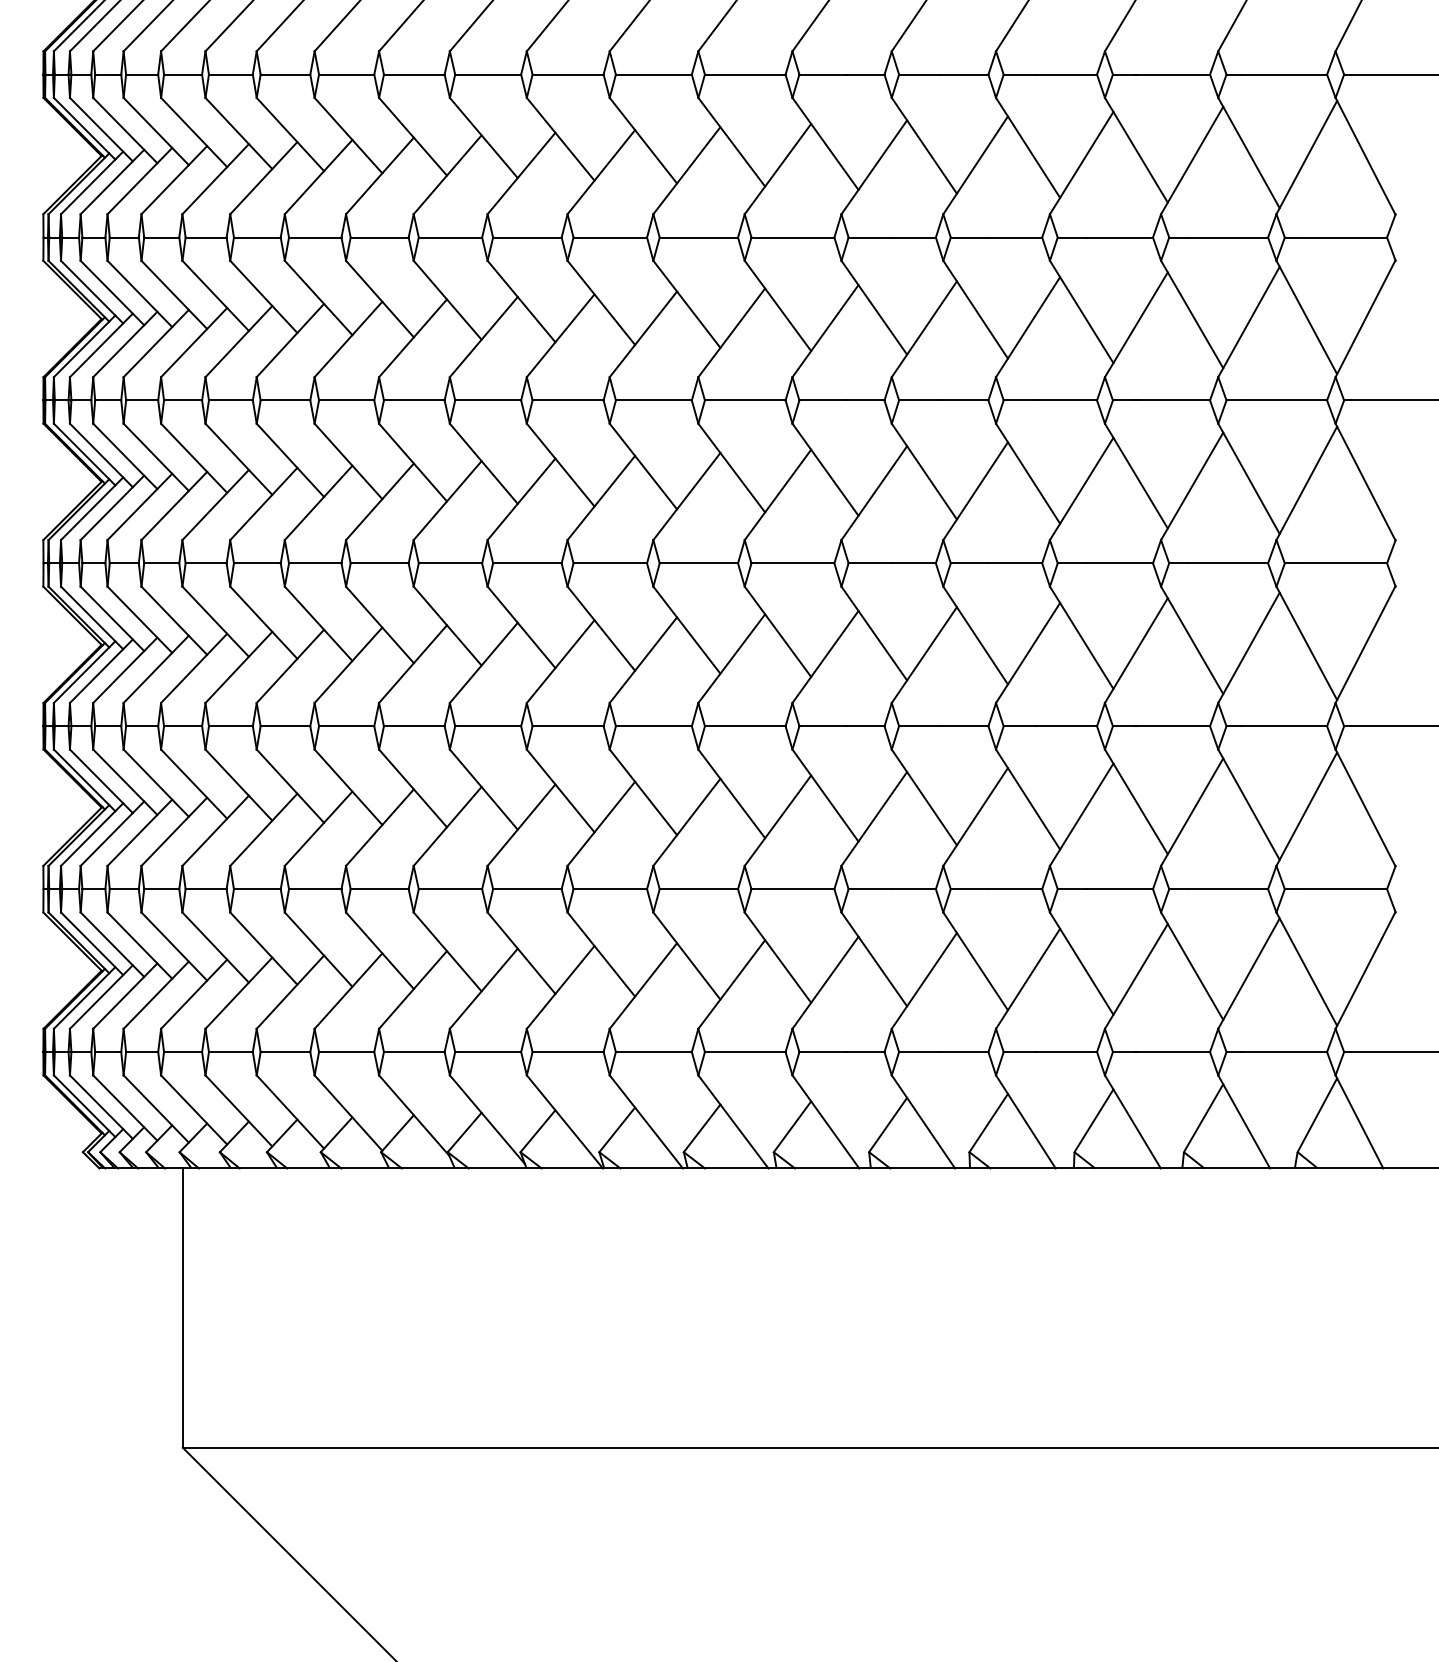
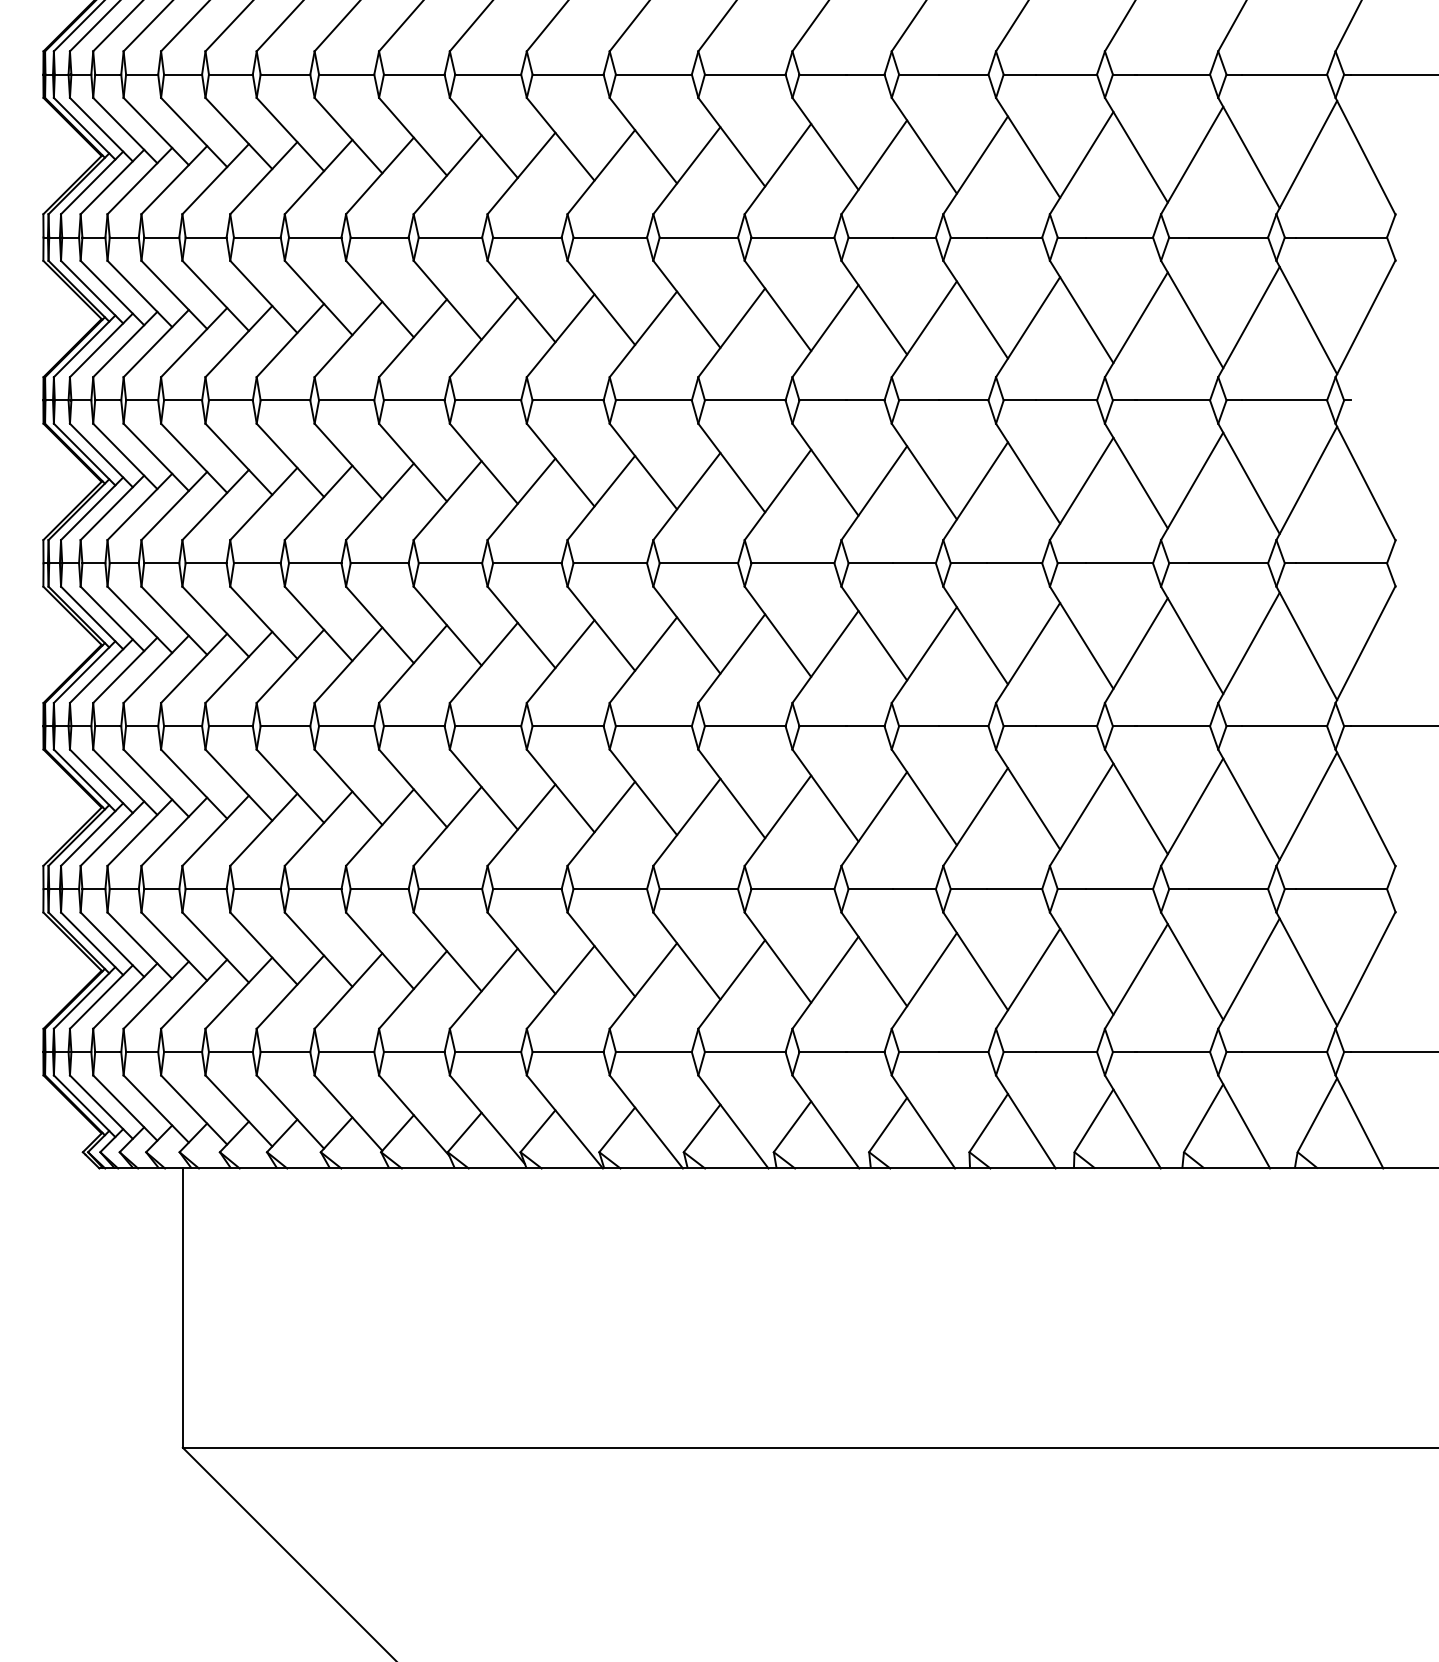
line at (1393, 400): present -> none
